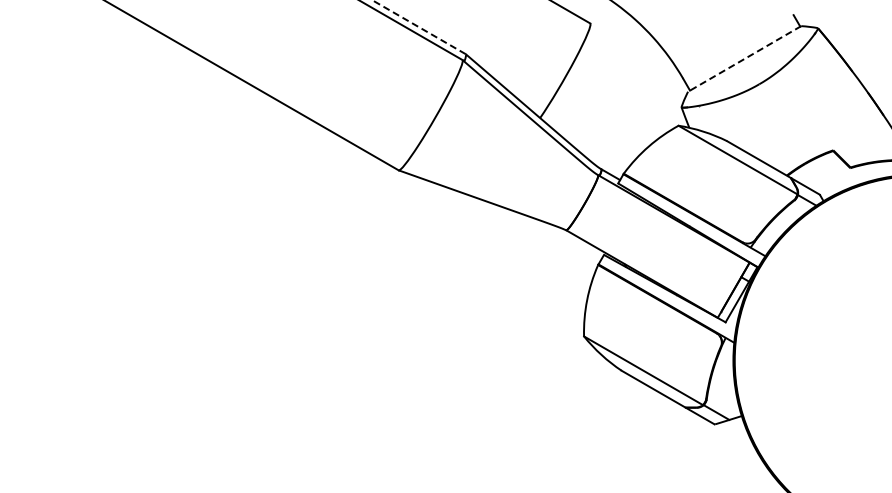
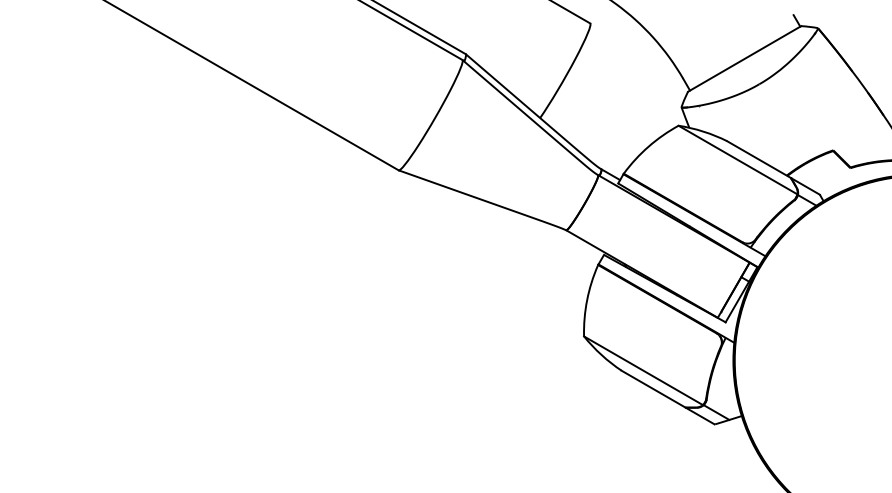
line at (418, 27): dashed -> solid
line at (744, 59): dashed -> solid
